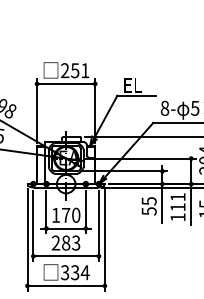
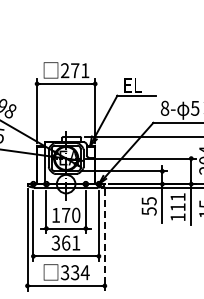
text at (75, 70): 251 -> 271
line at (104, 239): solid -> dashed
text at (65, 242): 283 -> 361
